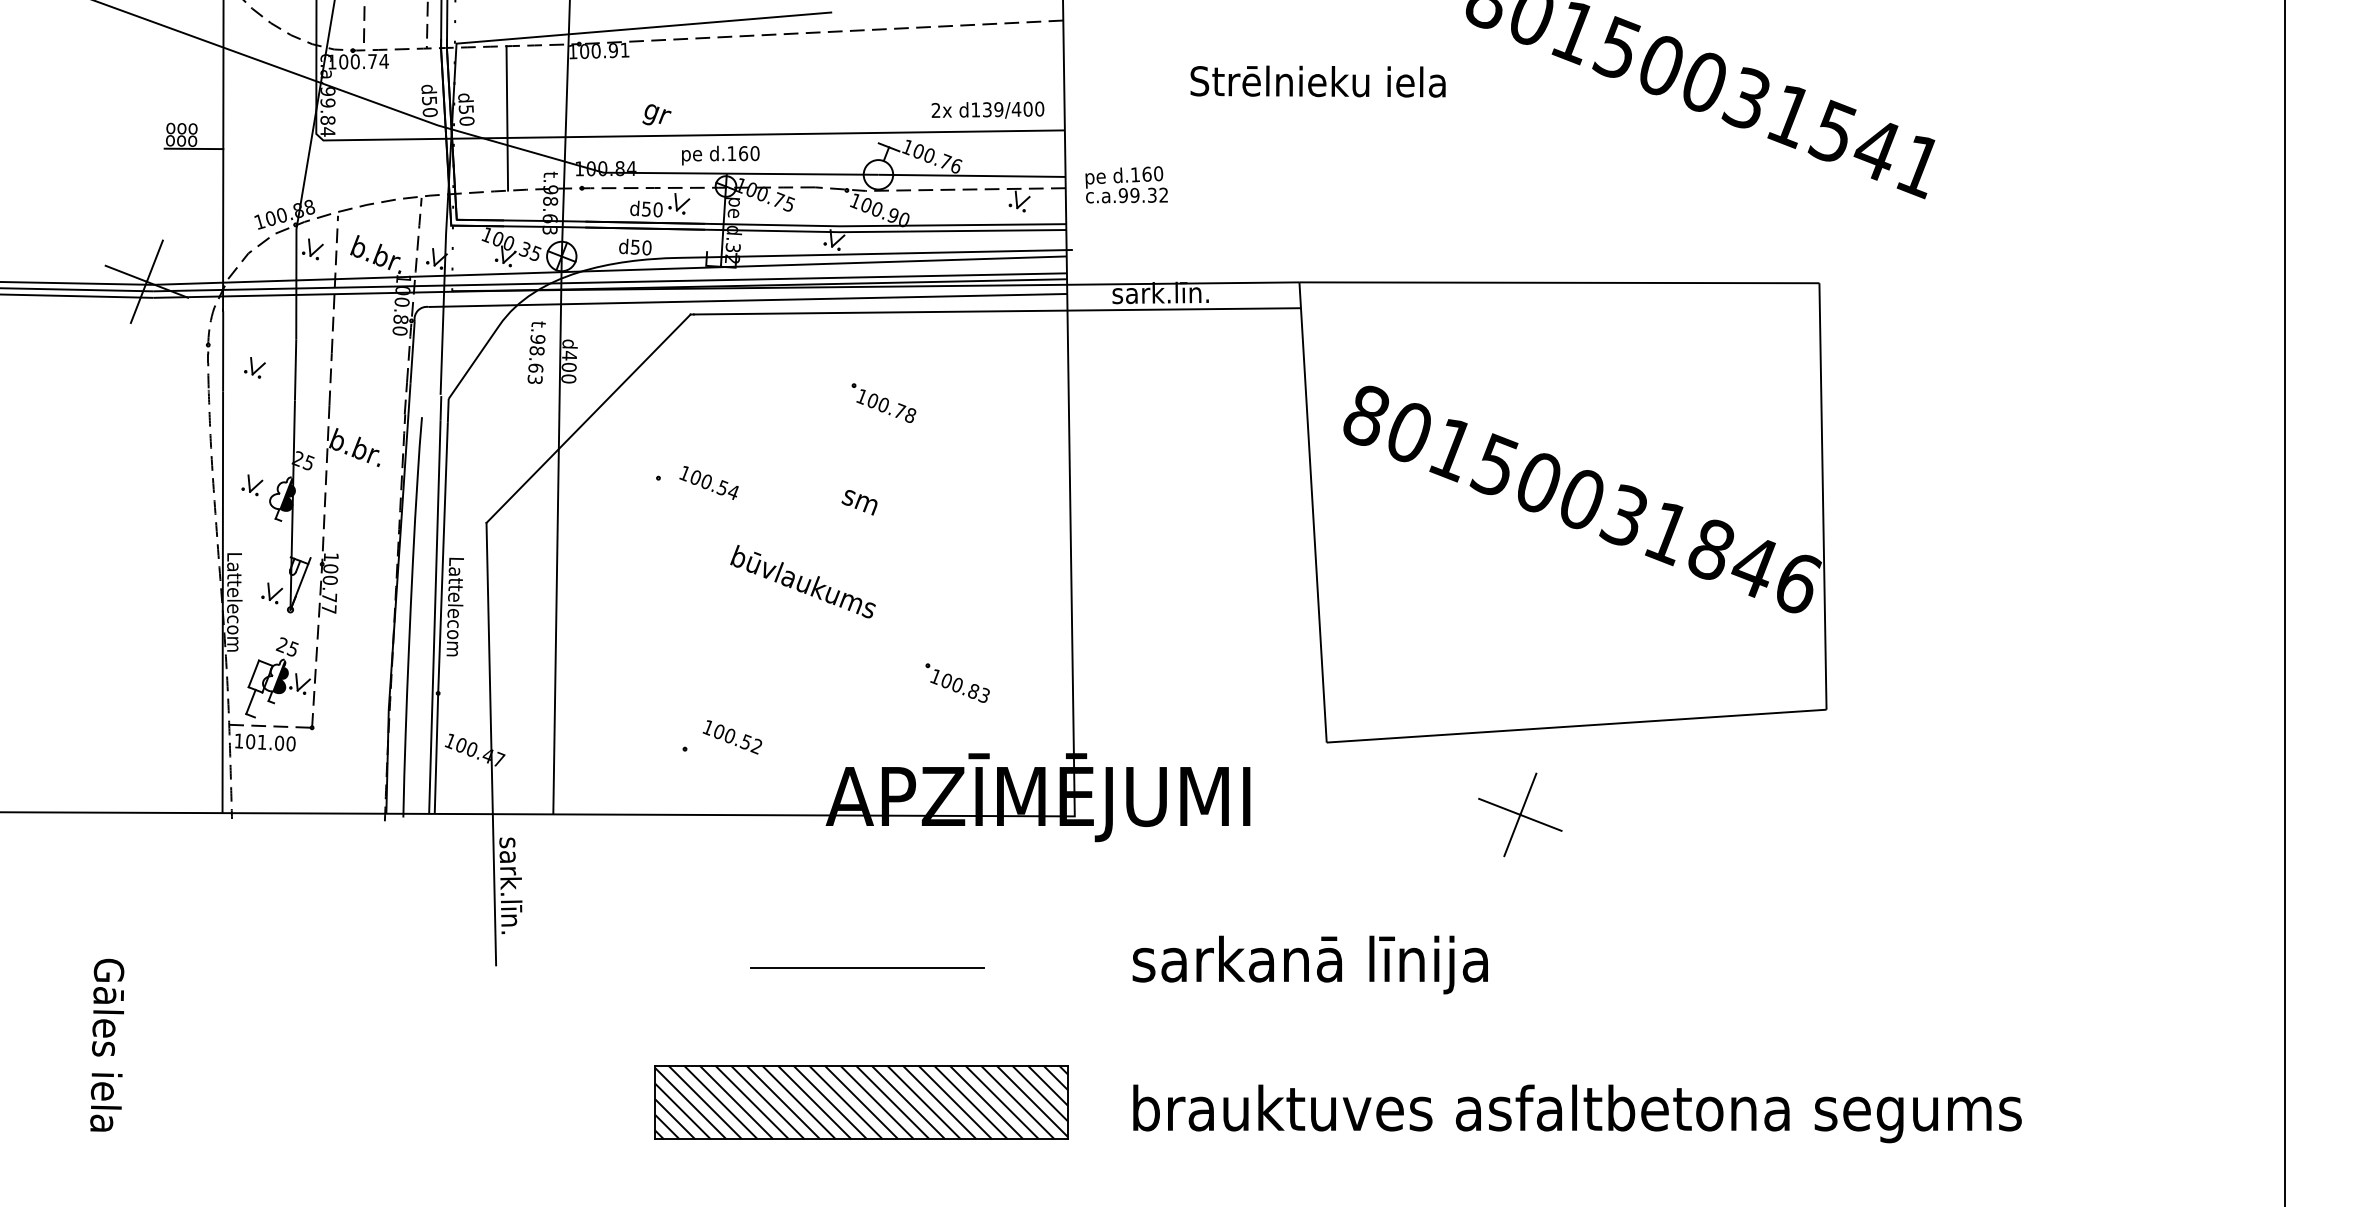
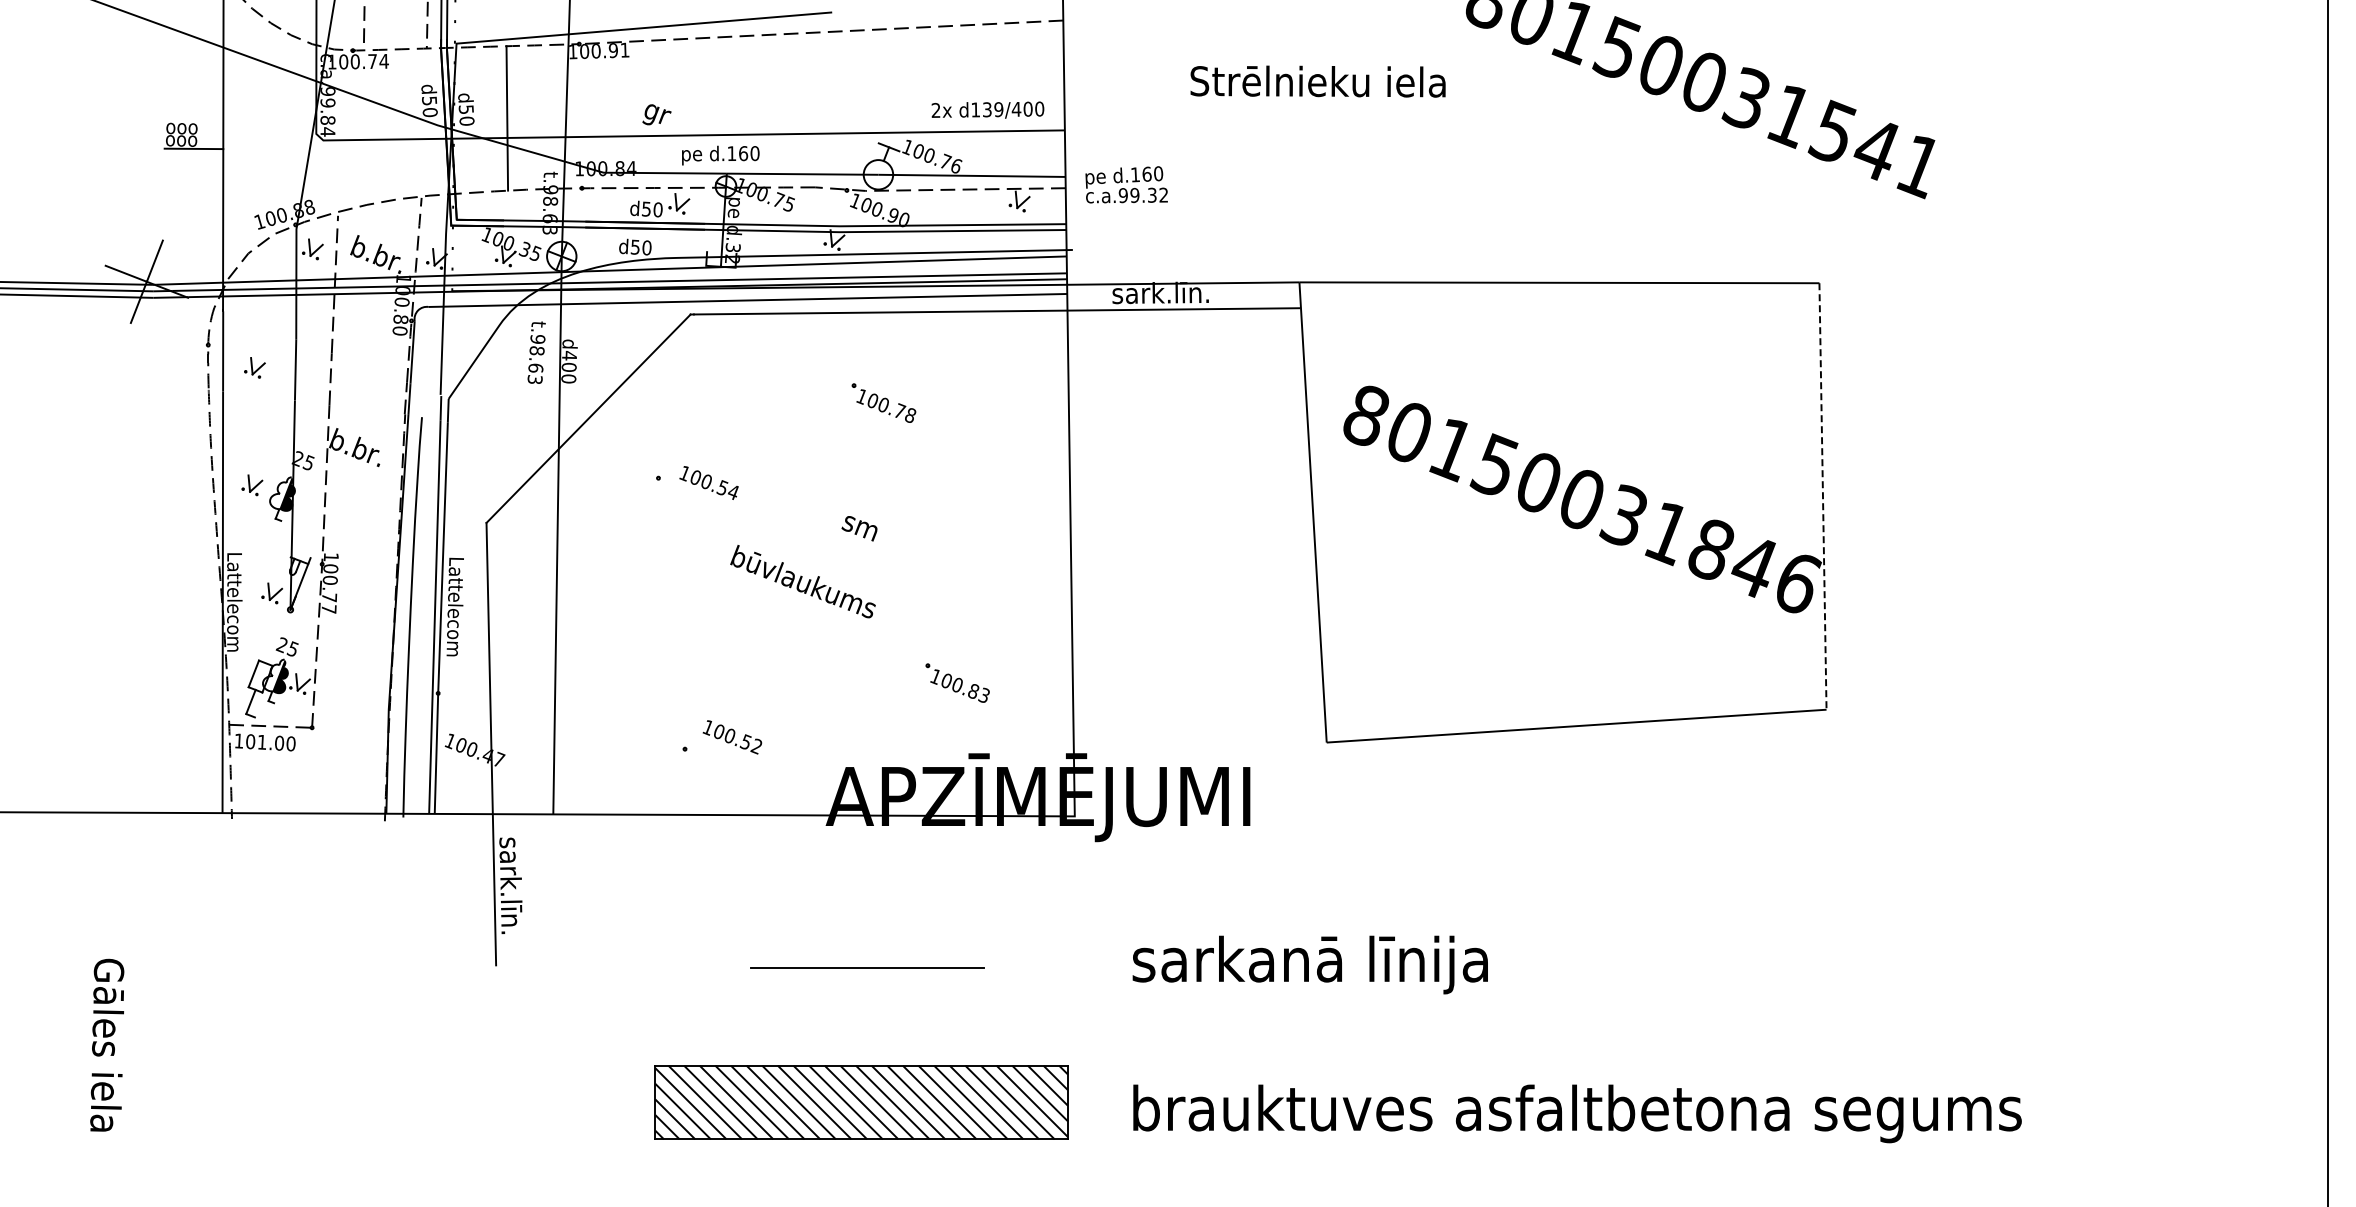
line at (1822, 496): solid -> dashed
text at (859, 502) position: (859, 502) -> (859, 528)
line at (2285, 602) position: (2285, 602) -> (2328, 602)
part at (1520, 814): present -> none
